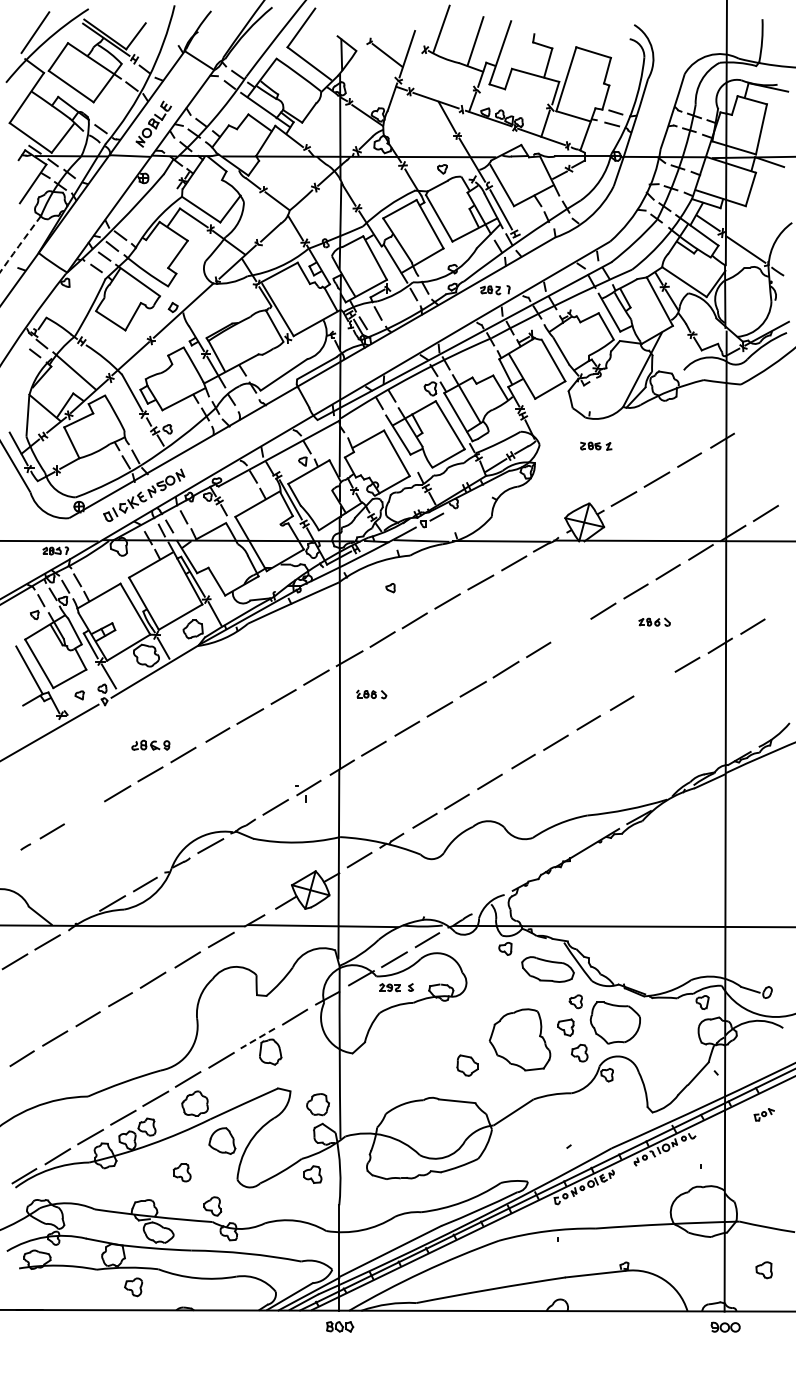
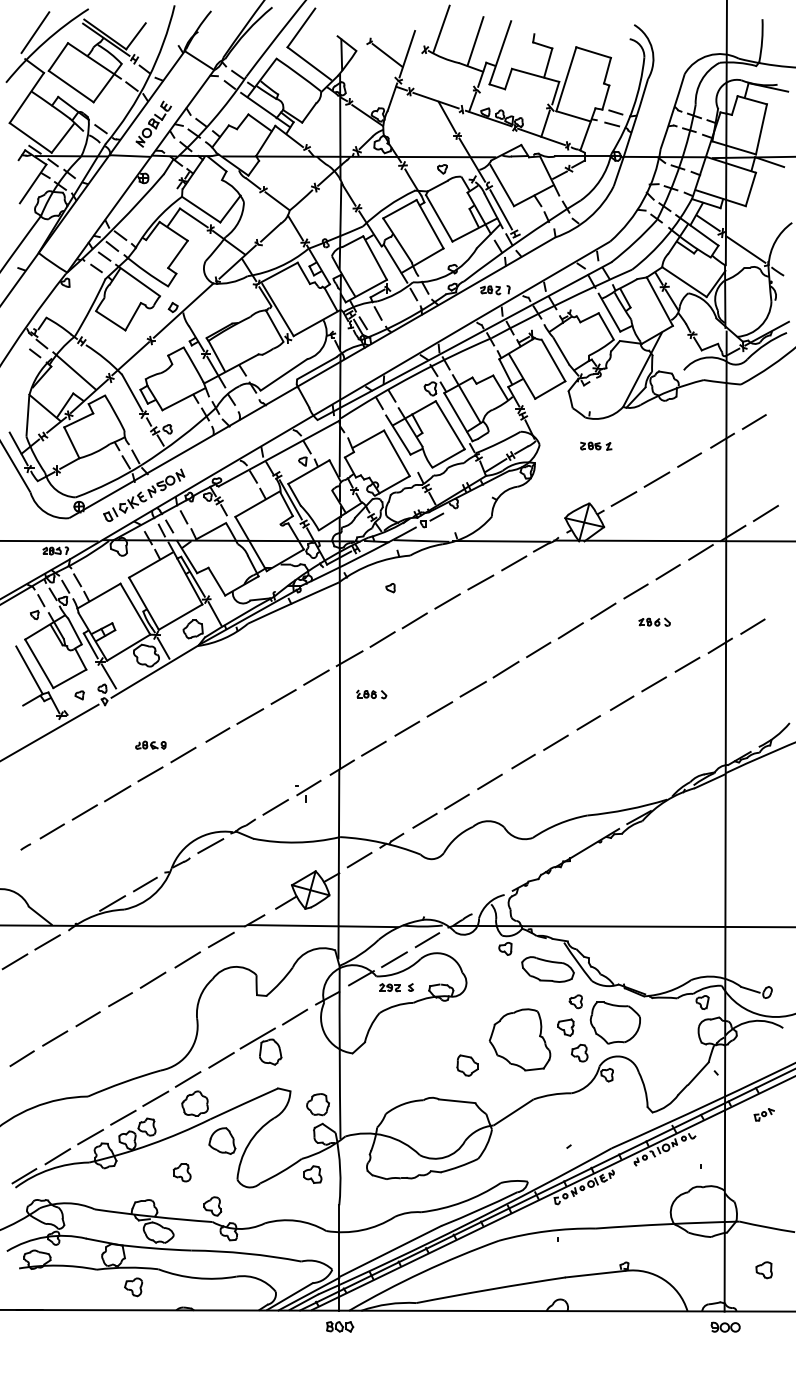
arc at (20, 244): dashed -> solid
line at (753, 421): none -> present
line at (570, 630): none -> present
line at (653, 684): none -> present
part at (150, 744) size: 40x12 px -> 32x10 px
line at (84, 812): none -> present
line at (257, 1038): dashed -> solid
